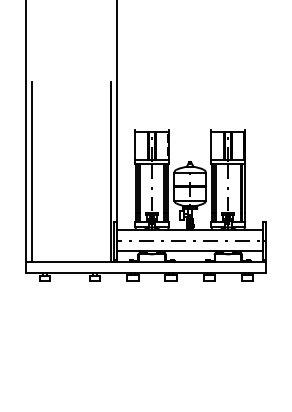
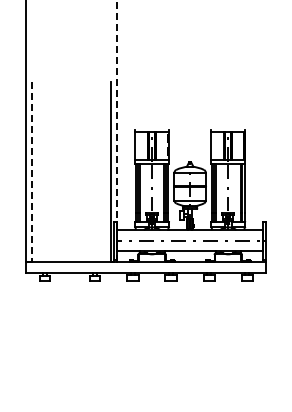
line at (117, 131): solid -> dashed
line at (31, 172): solid -> dashed
